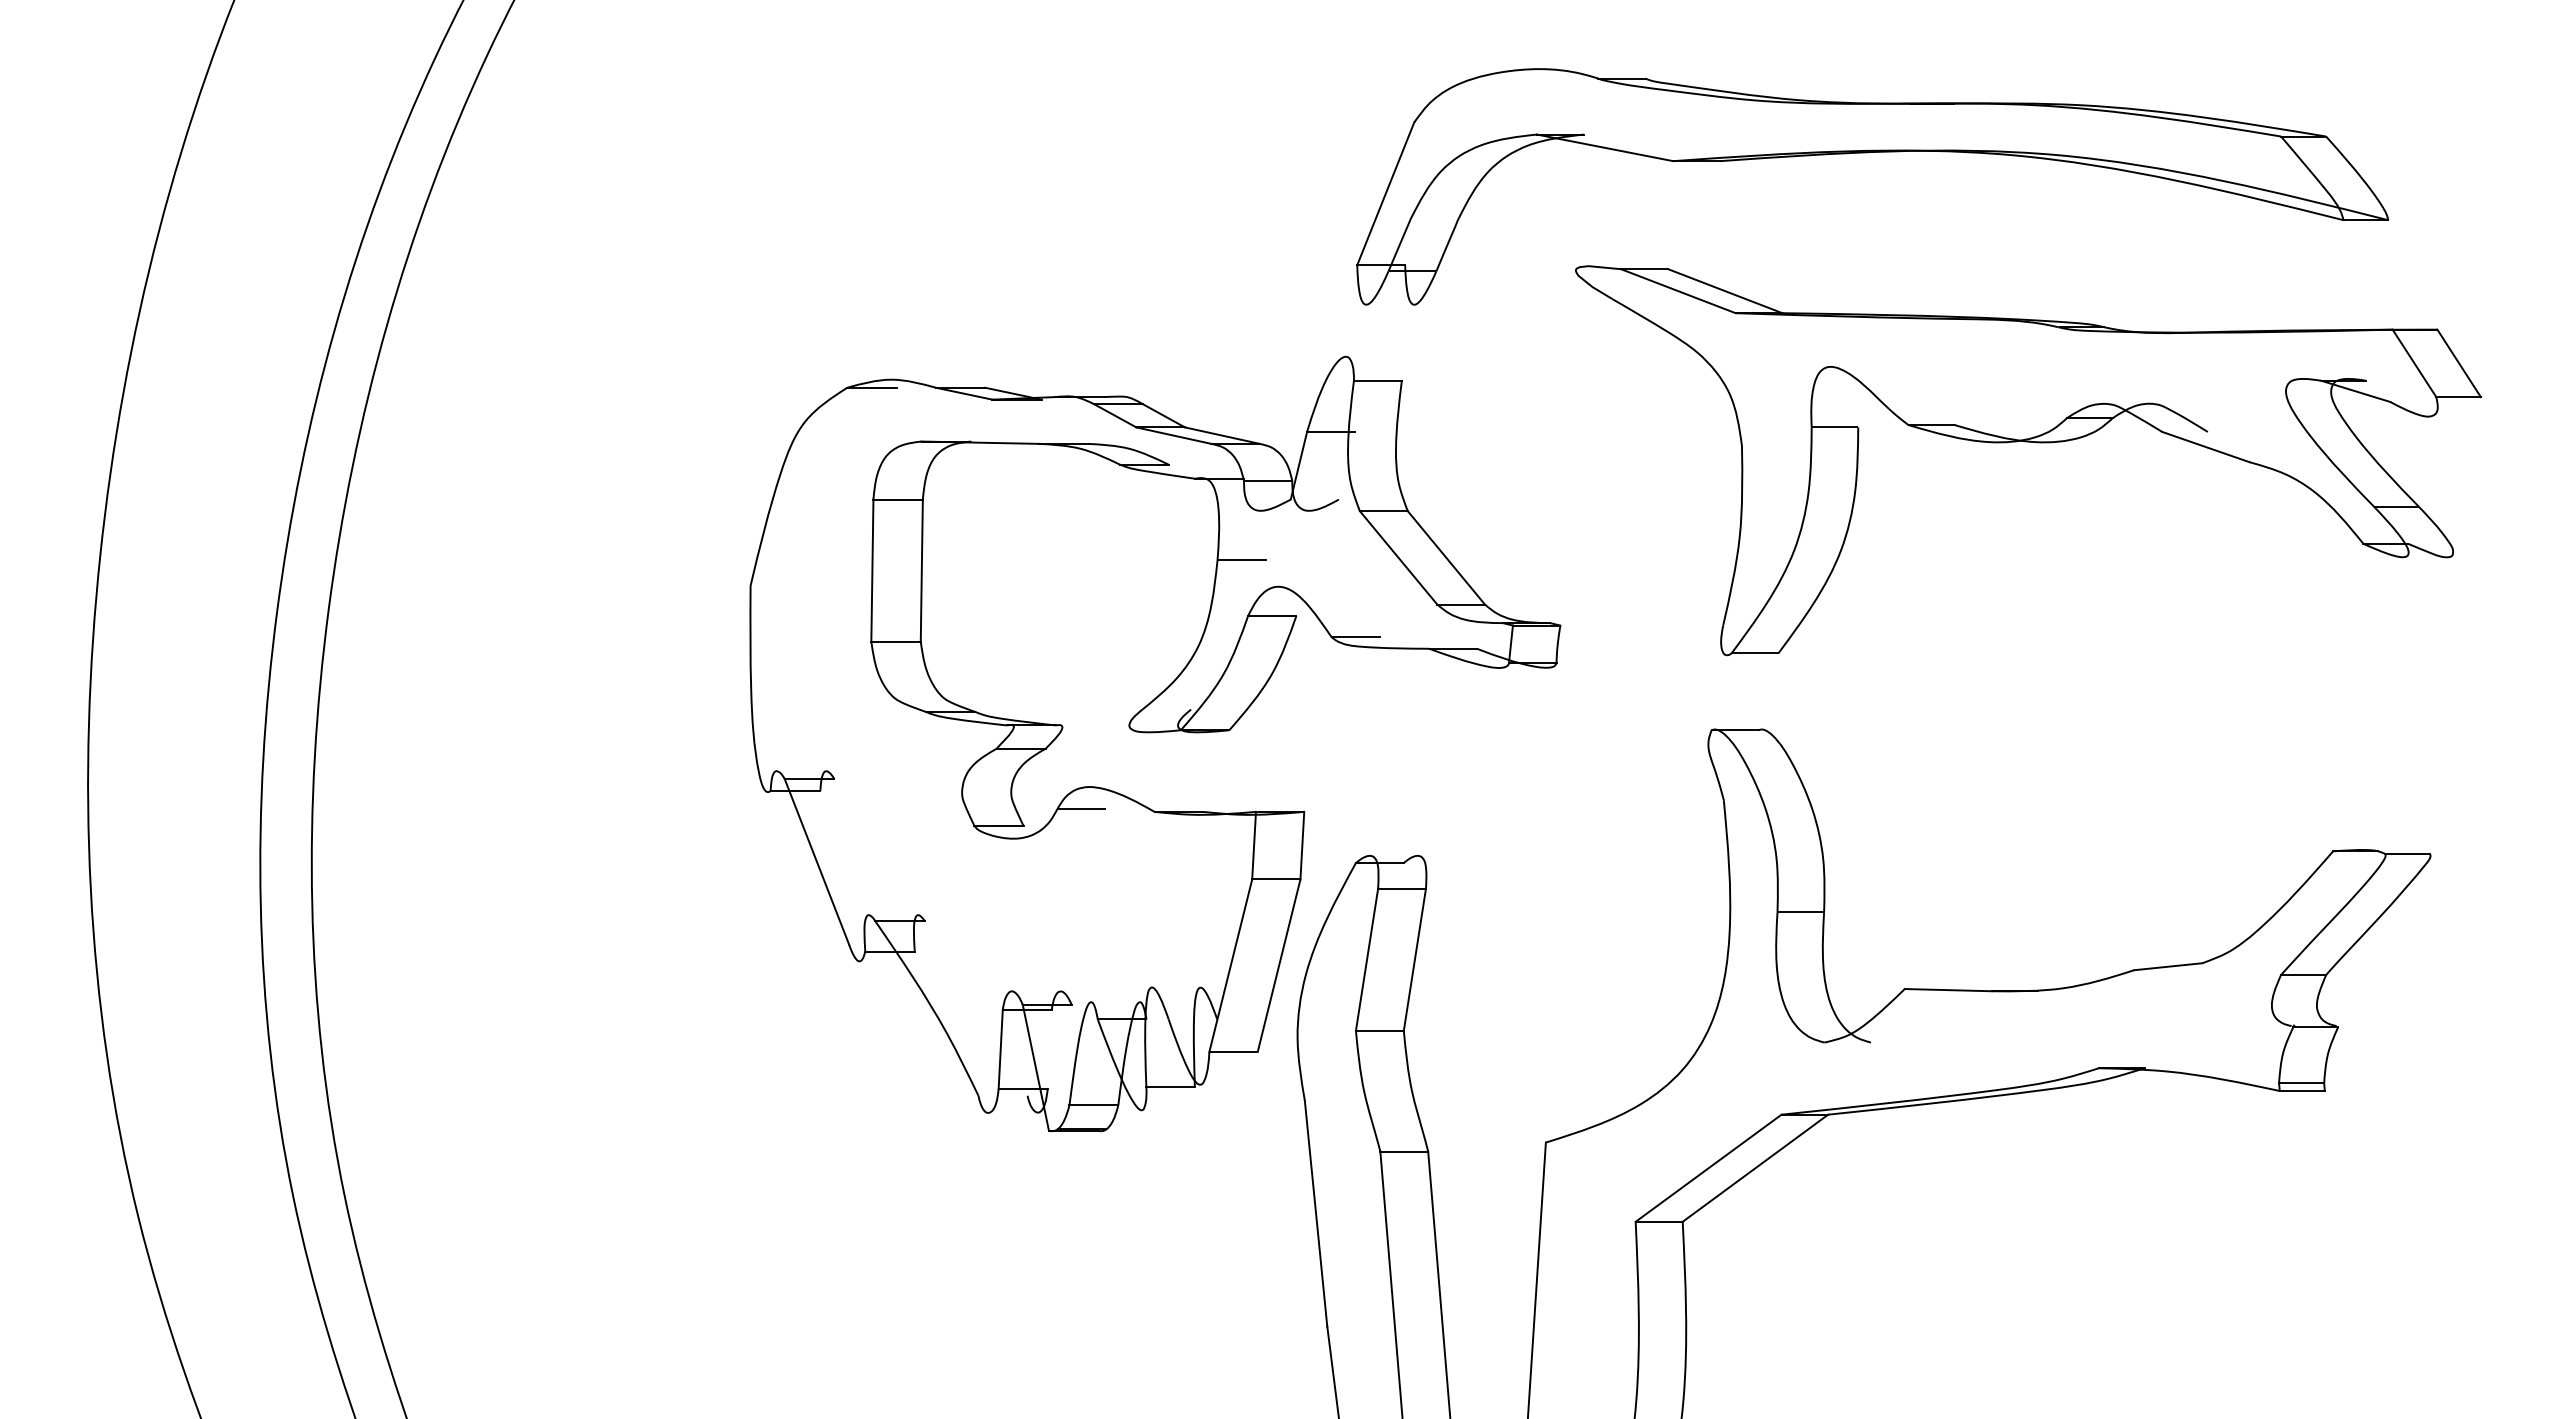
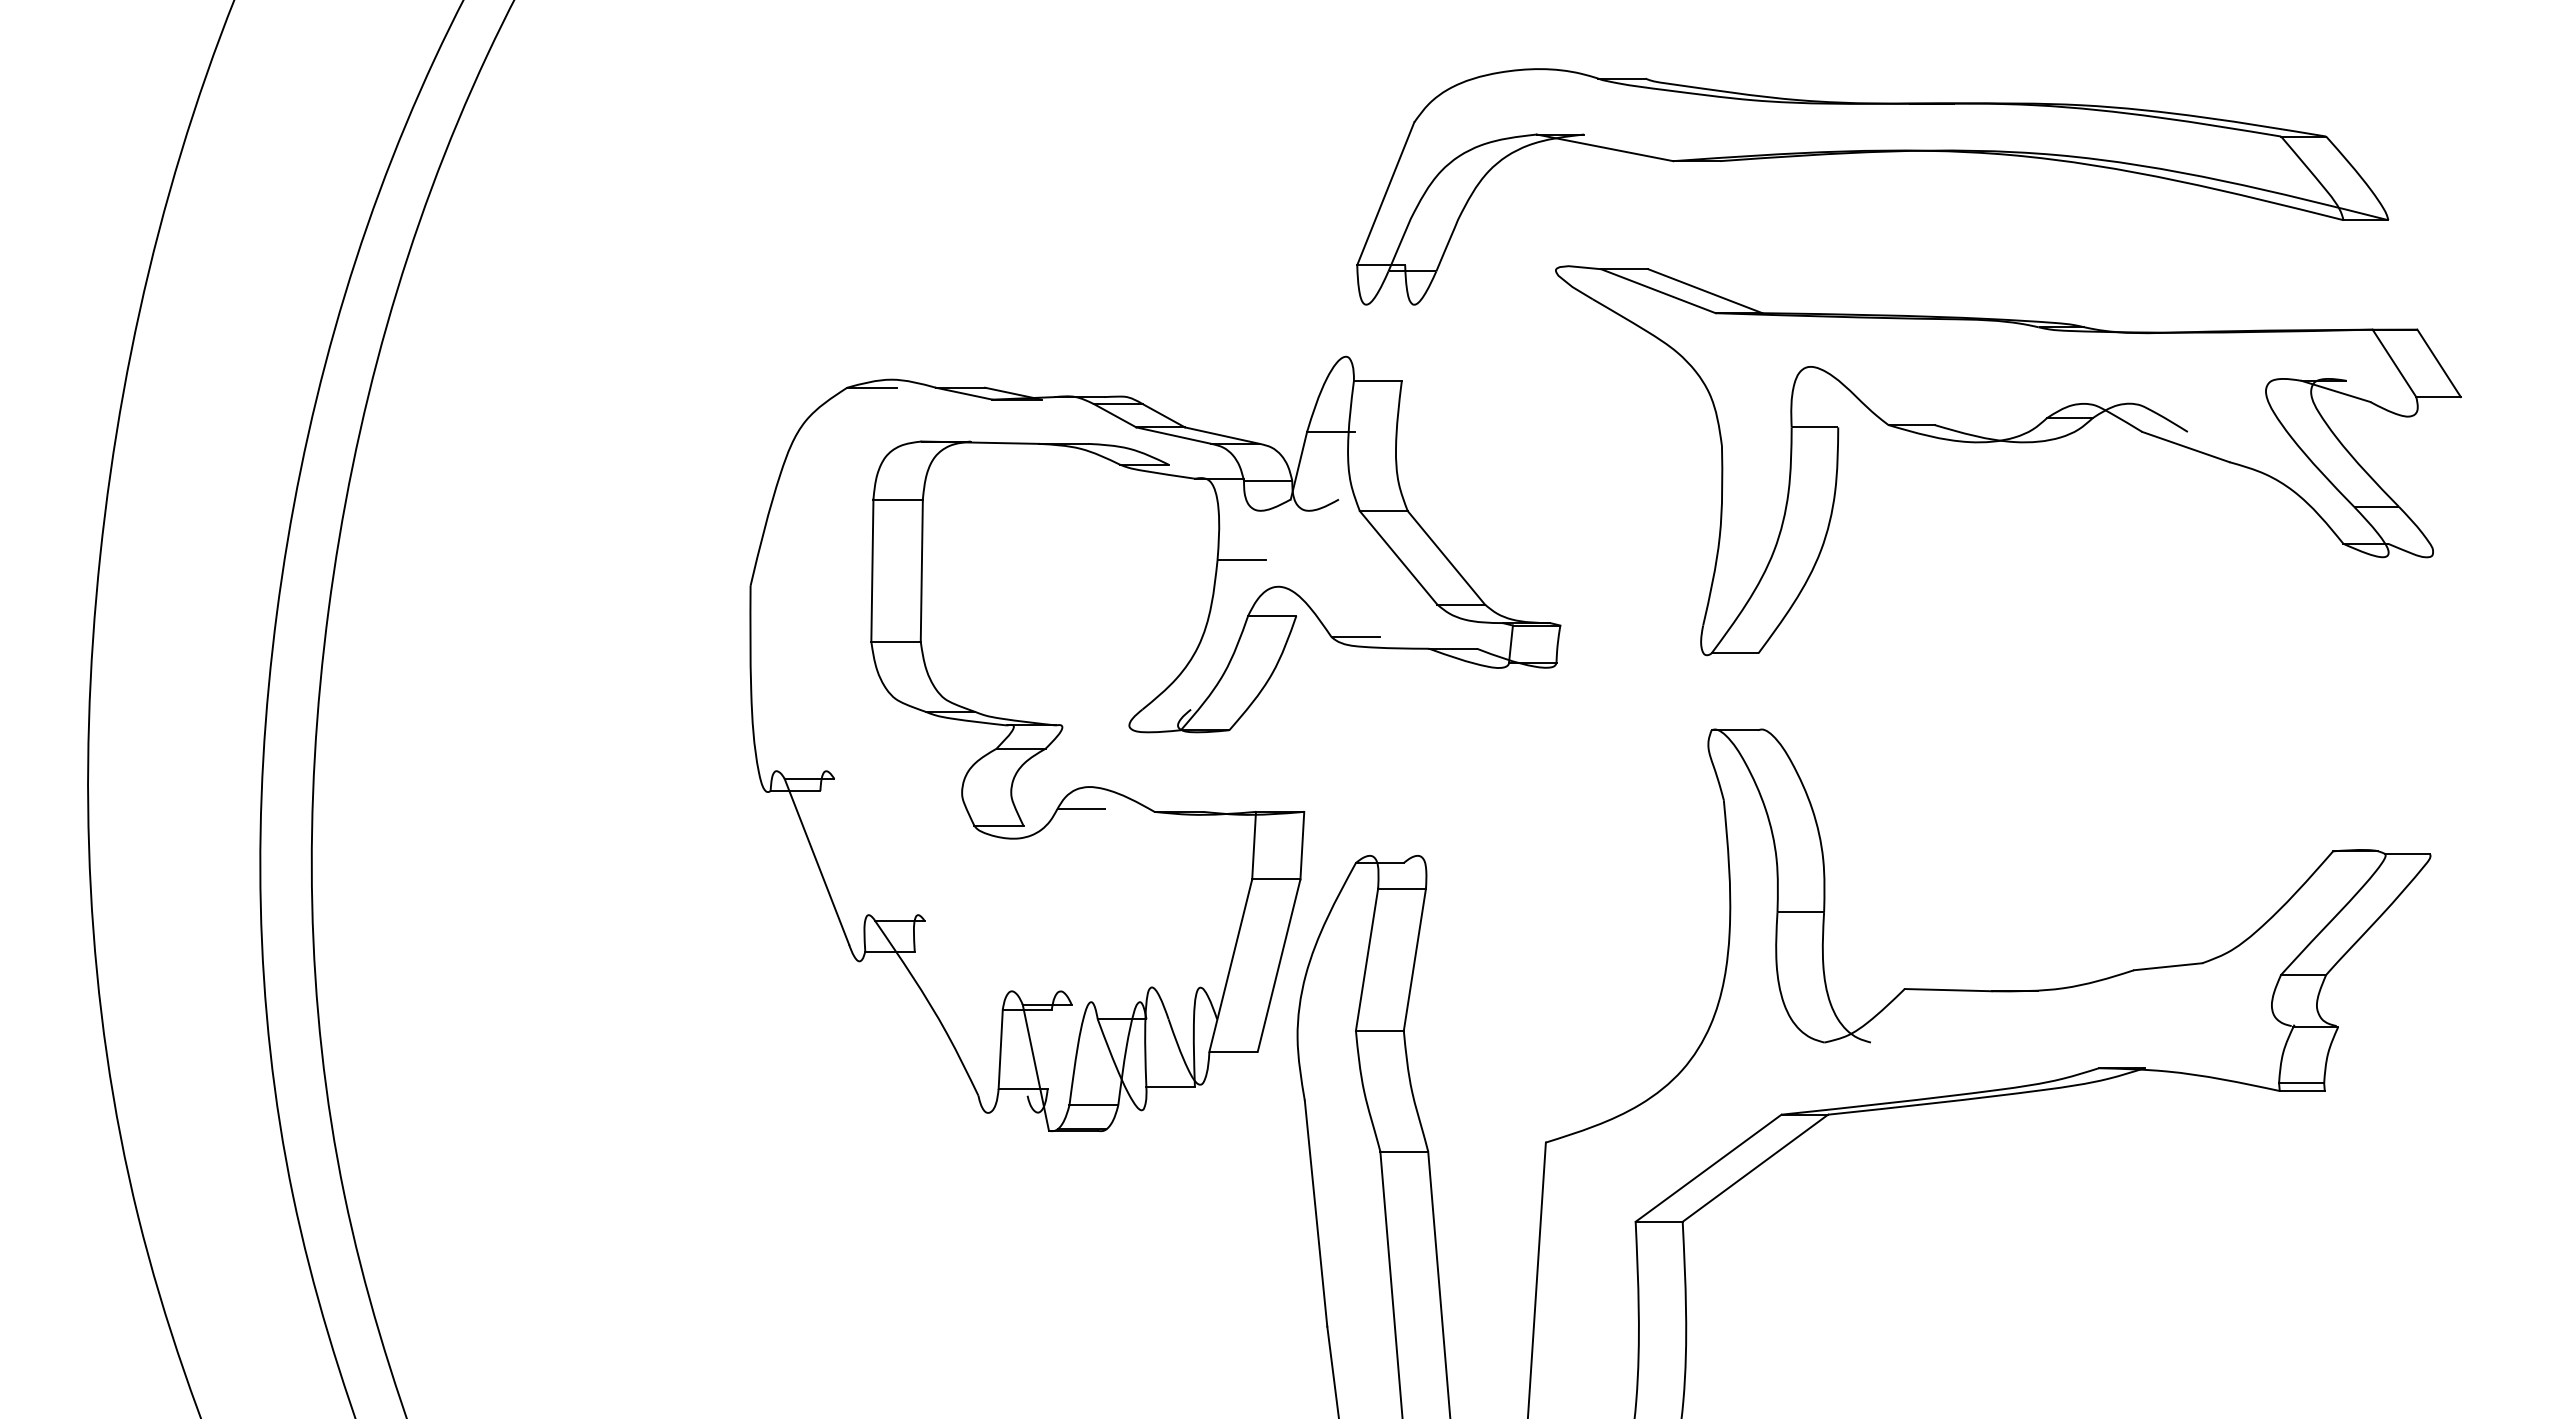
part at (2028, 442) position: (2028, 442) -> (2008, 442)
